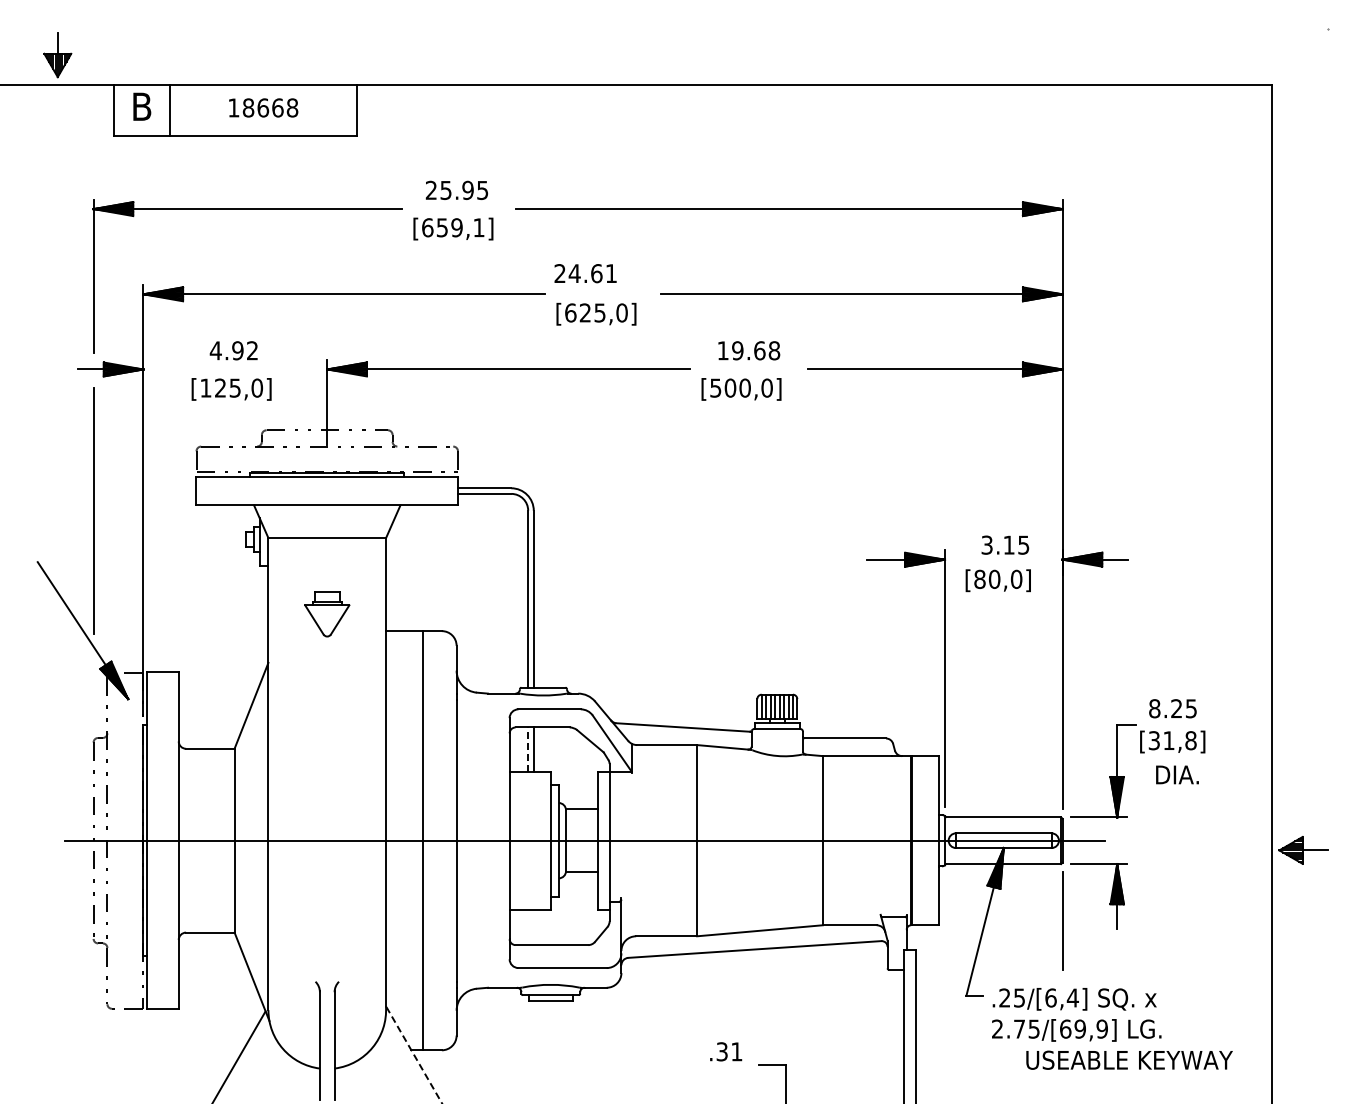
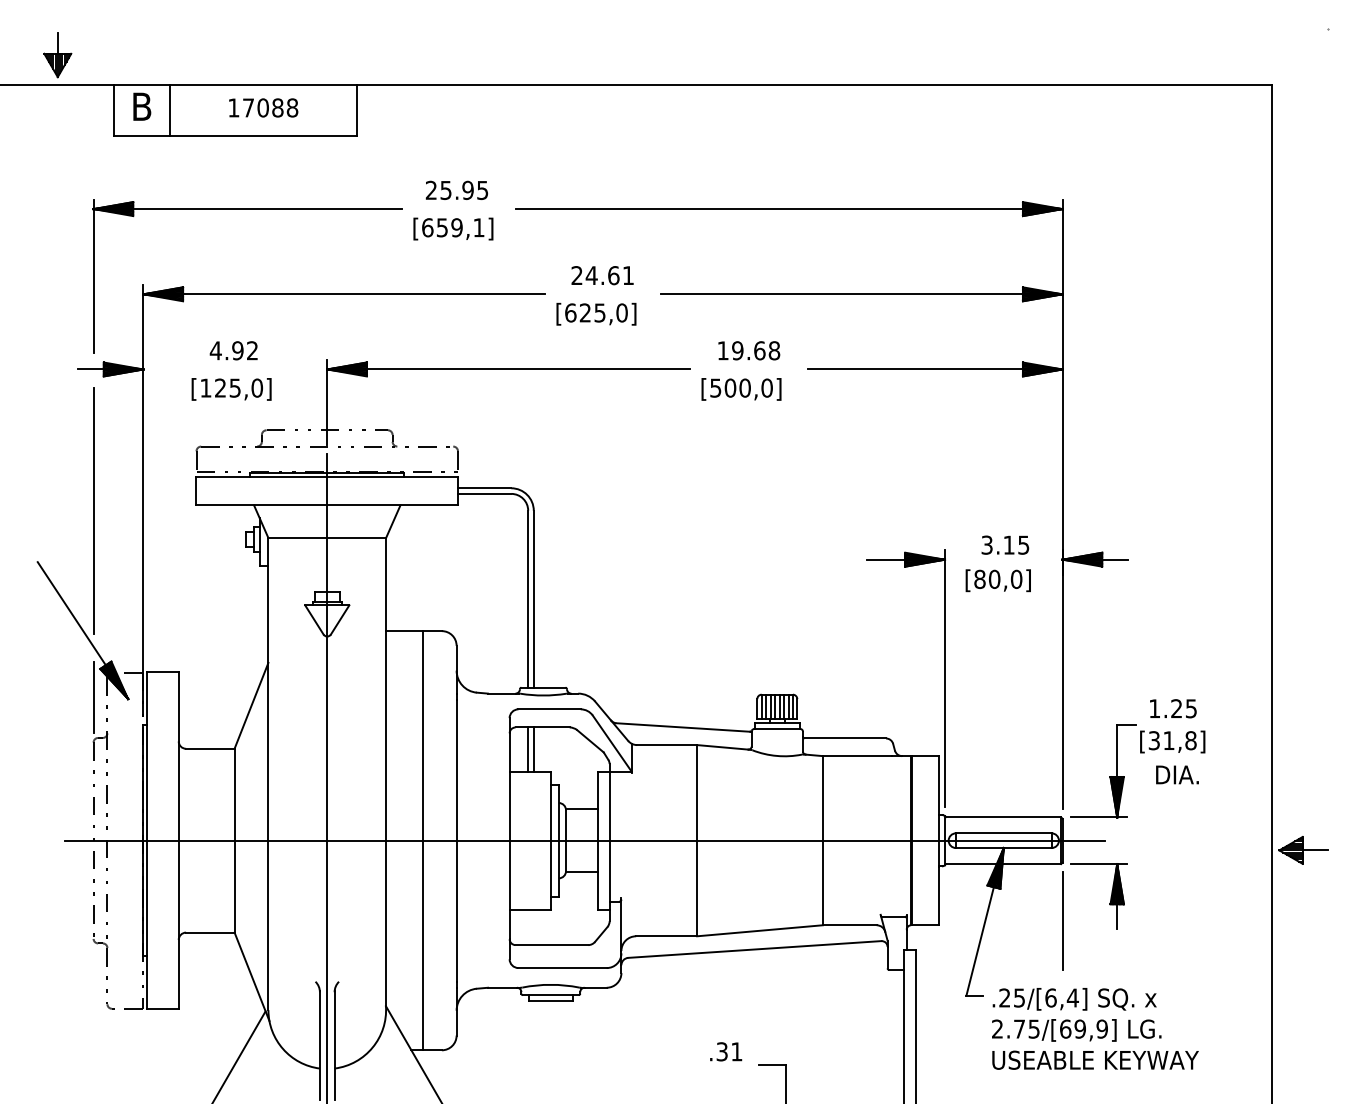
text at (262, 107): 18668 -> 17088
text at (585, 273) position: (585, 273) -> (602, 275)
line at (93, 697): none -> present
text at (1154, 708): 8.25 -> 1.25
line at (528, 749): dashed -> solid
line at (327, 777): none -> present
line at (413, 1054): dashed -> solid
text at (1129, 1059) position: (1129, 1059) -> (1095, 1059)
